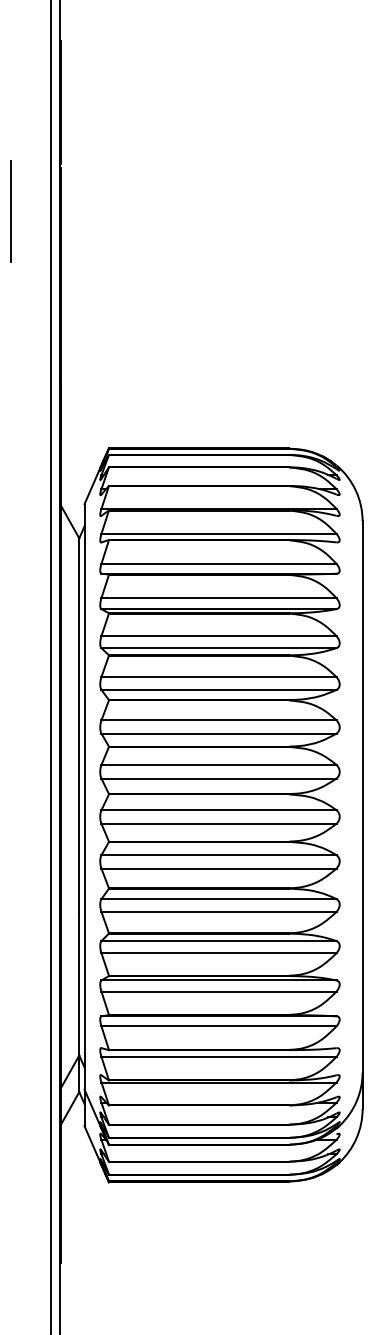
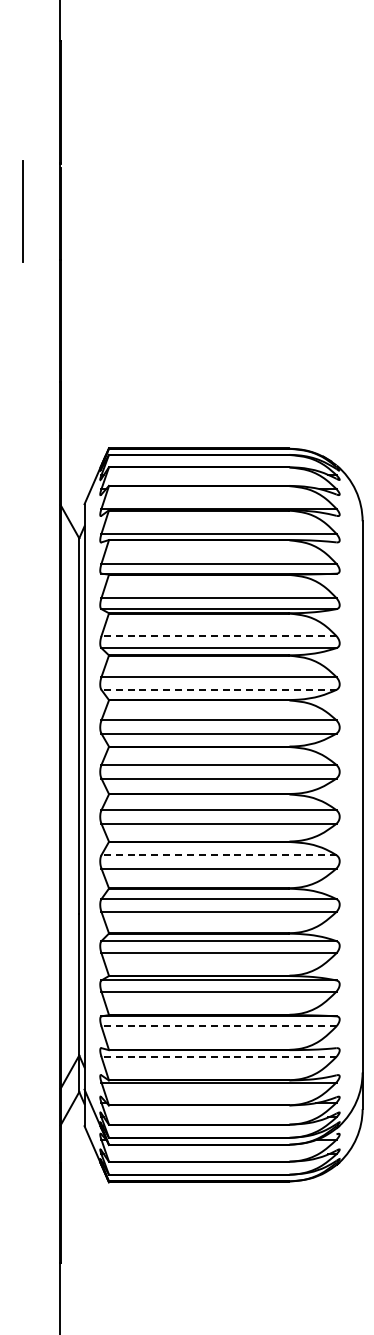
line at (10, 211) position: (10, 211) -> (22, 211)
line at (219, 636): solid -> dashed
line at (50, 666): present -> none
line at (219, 689): solid -> dashed
line at (219, 855): solid -> dashed
line at (219, 1026): solid -> dashed
line at (219, 1056): solid -> dashed
